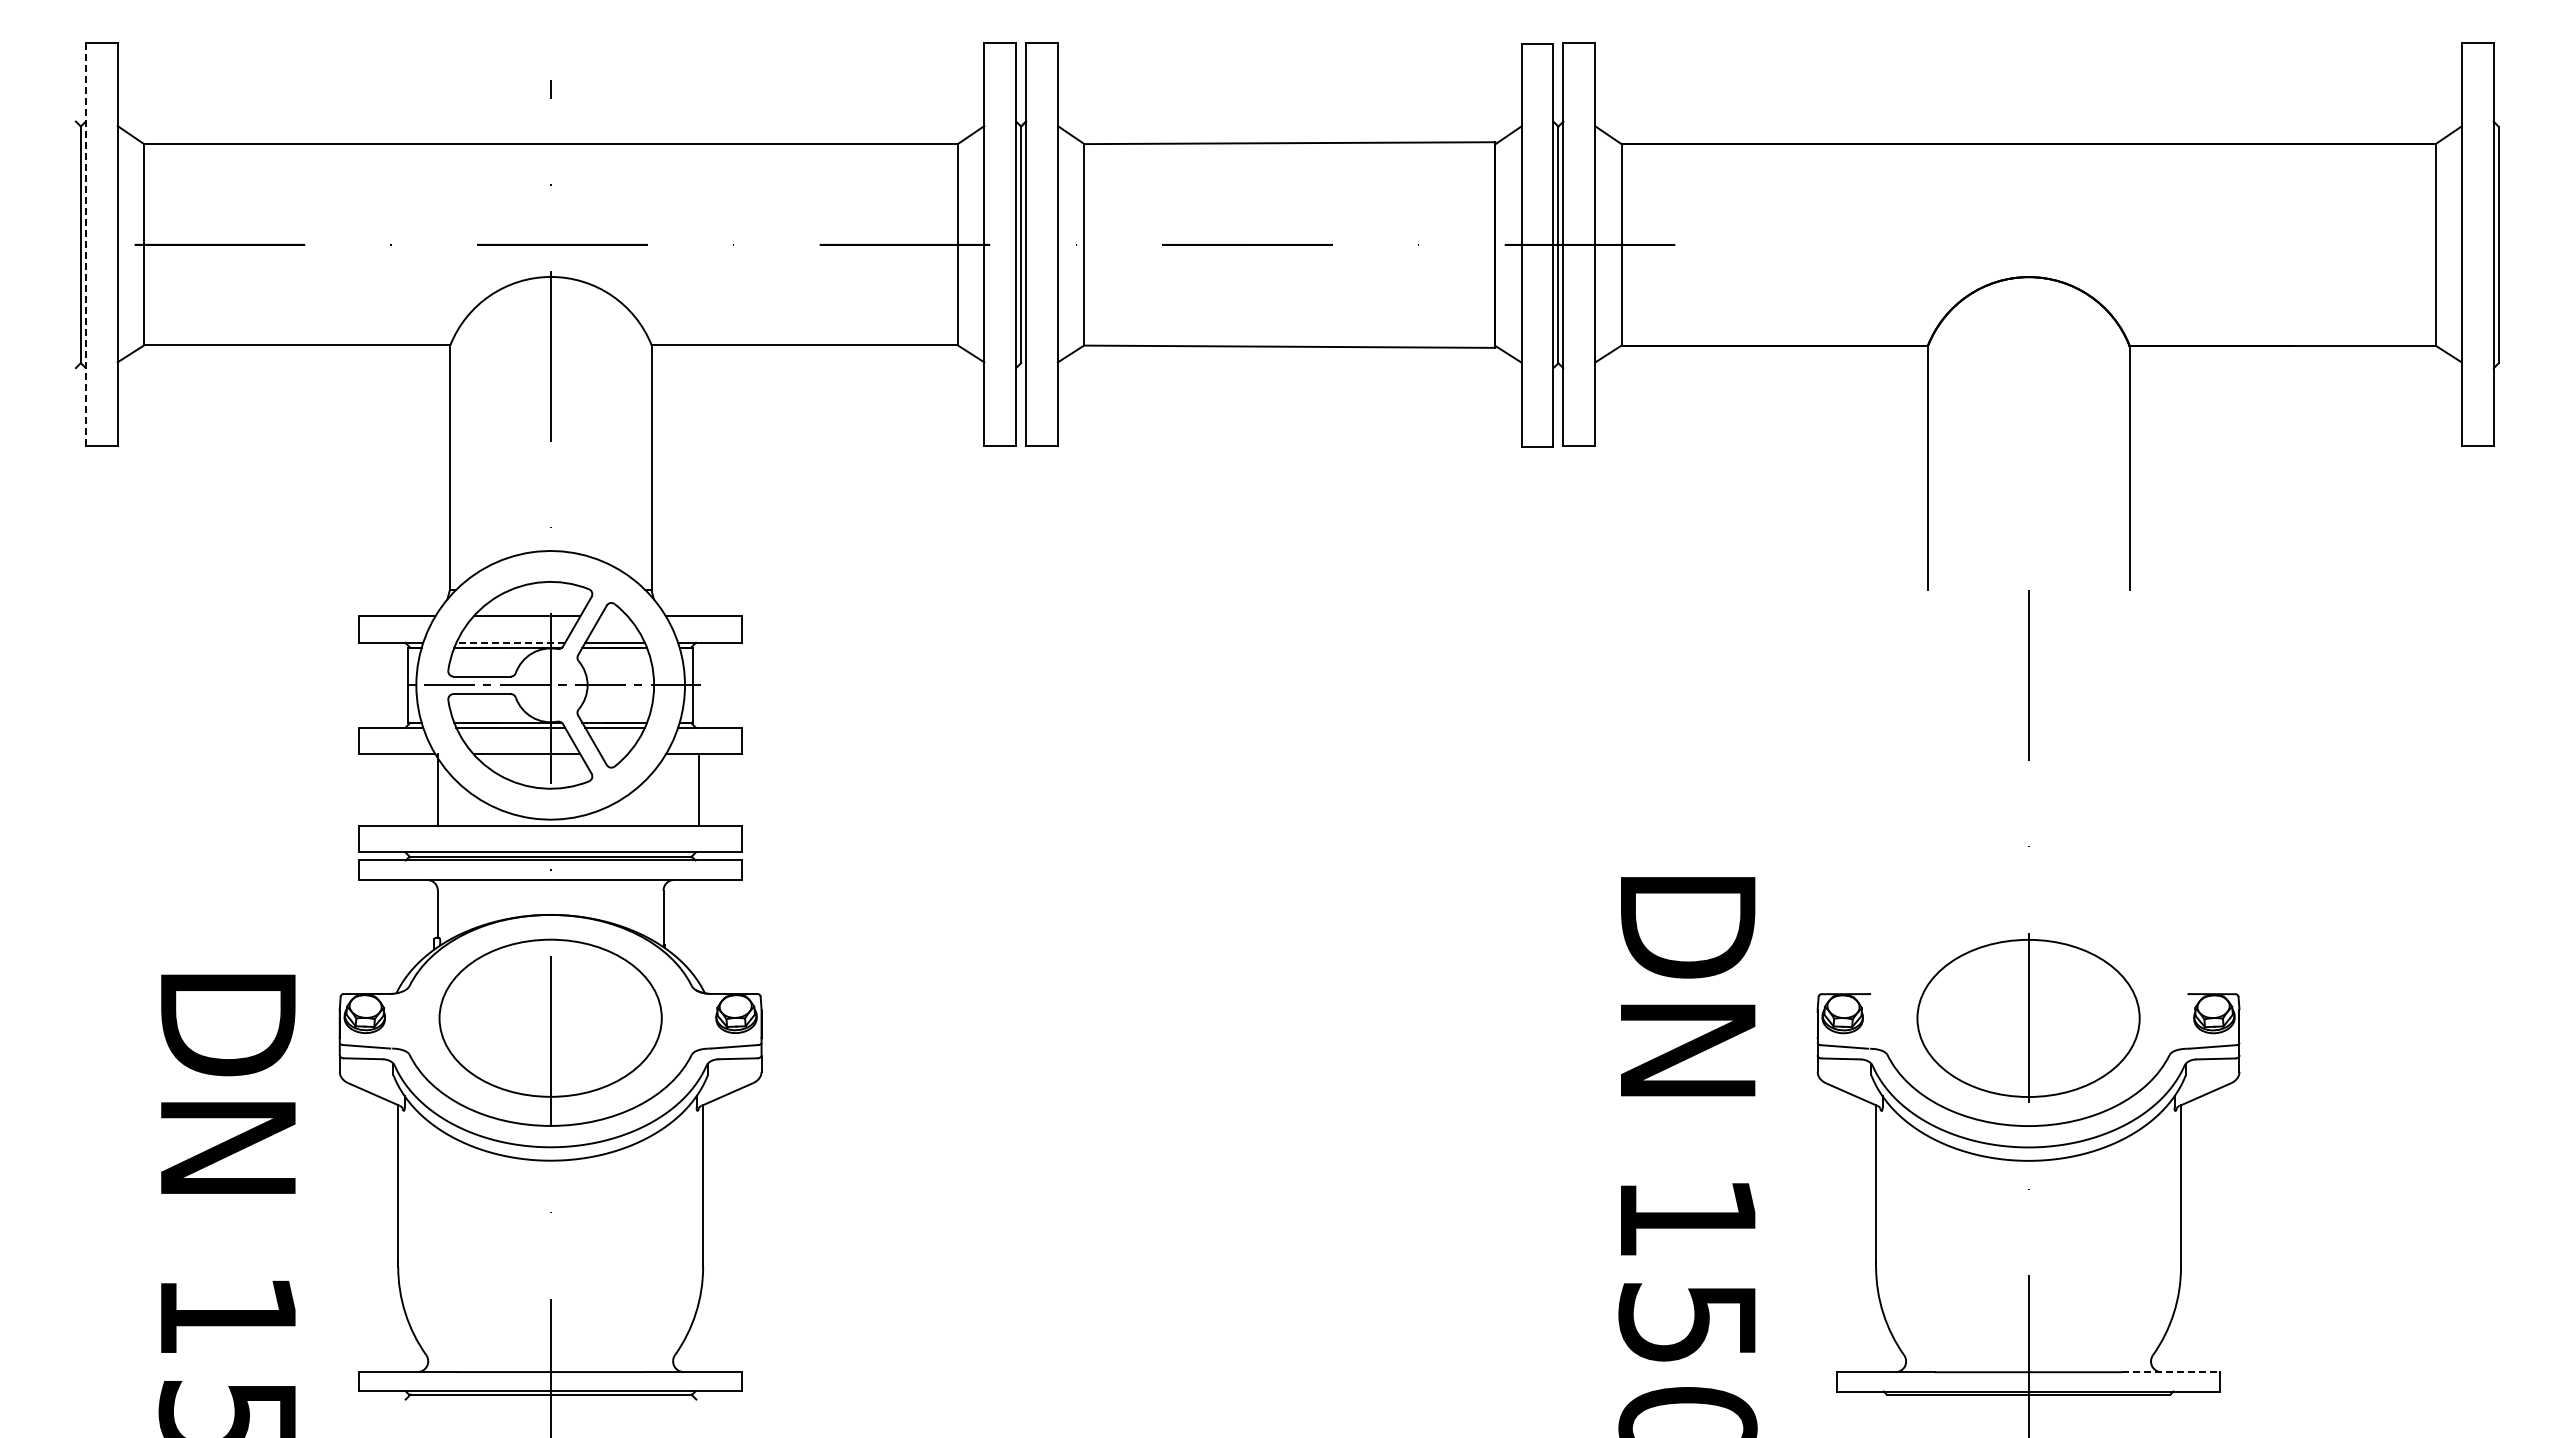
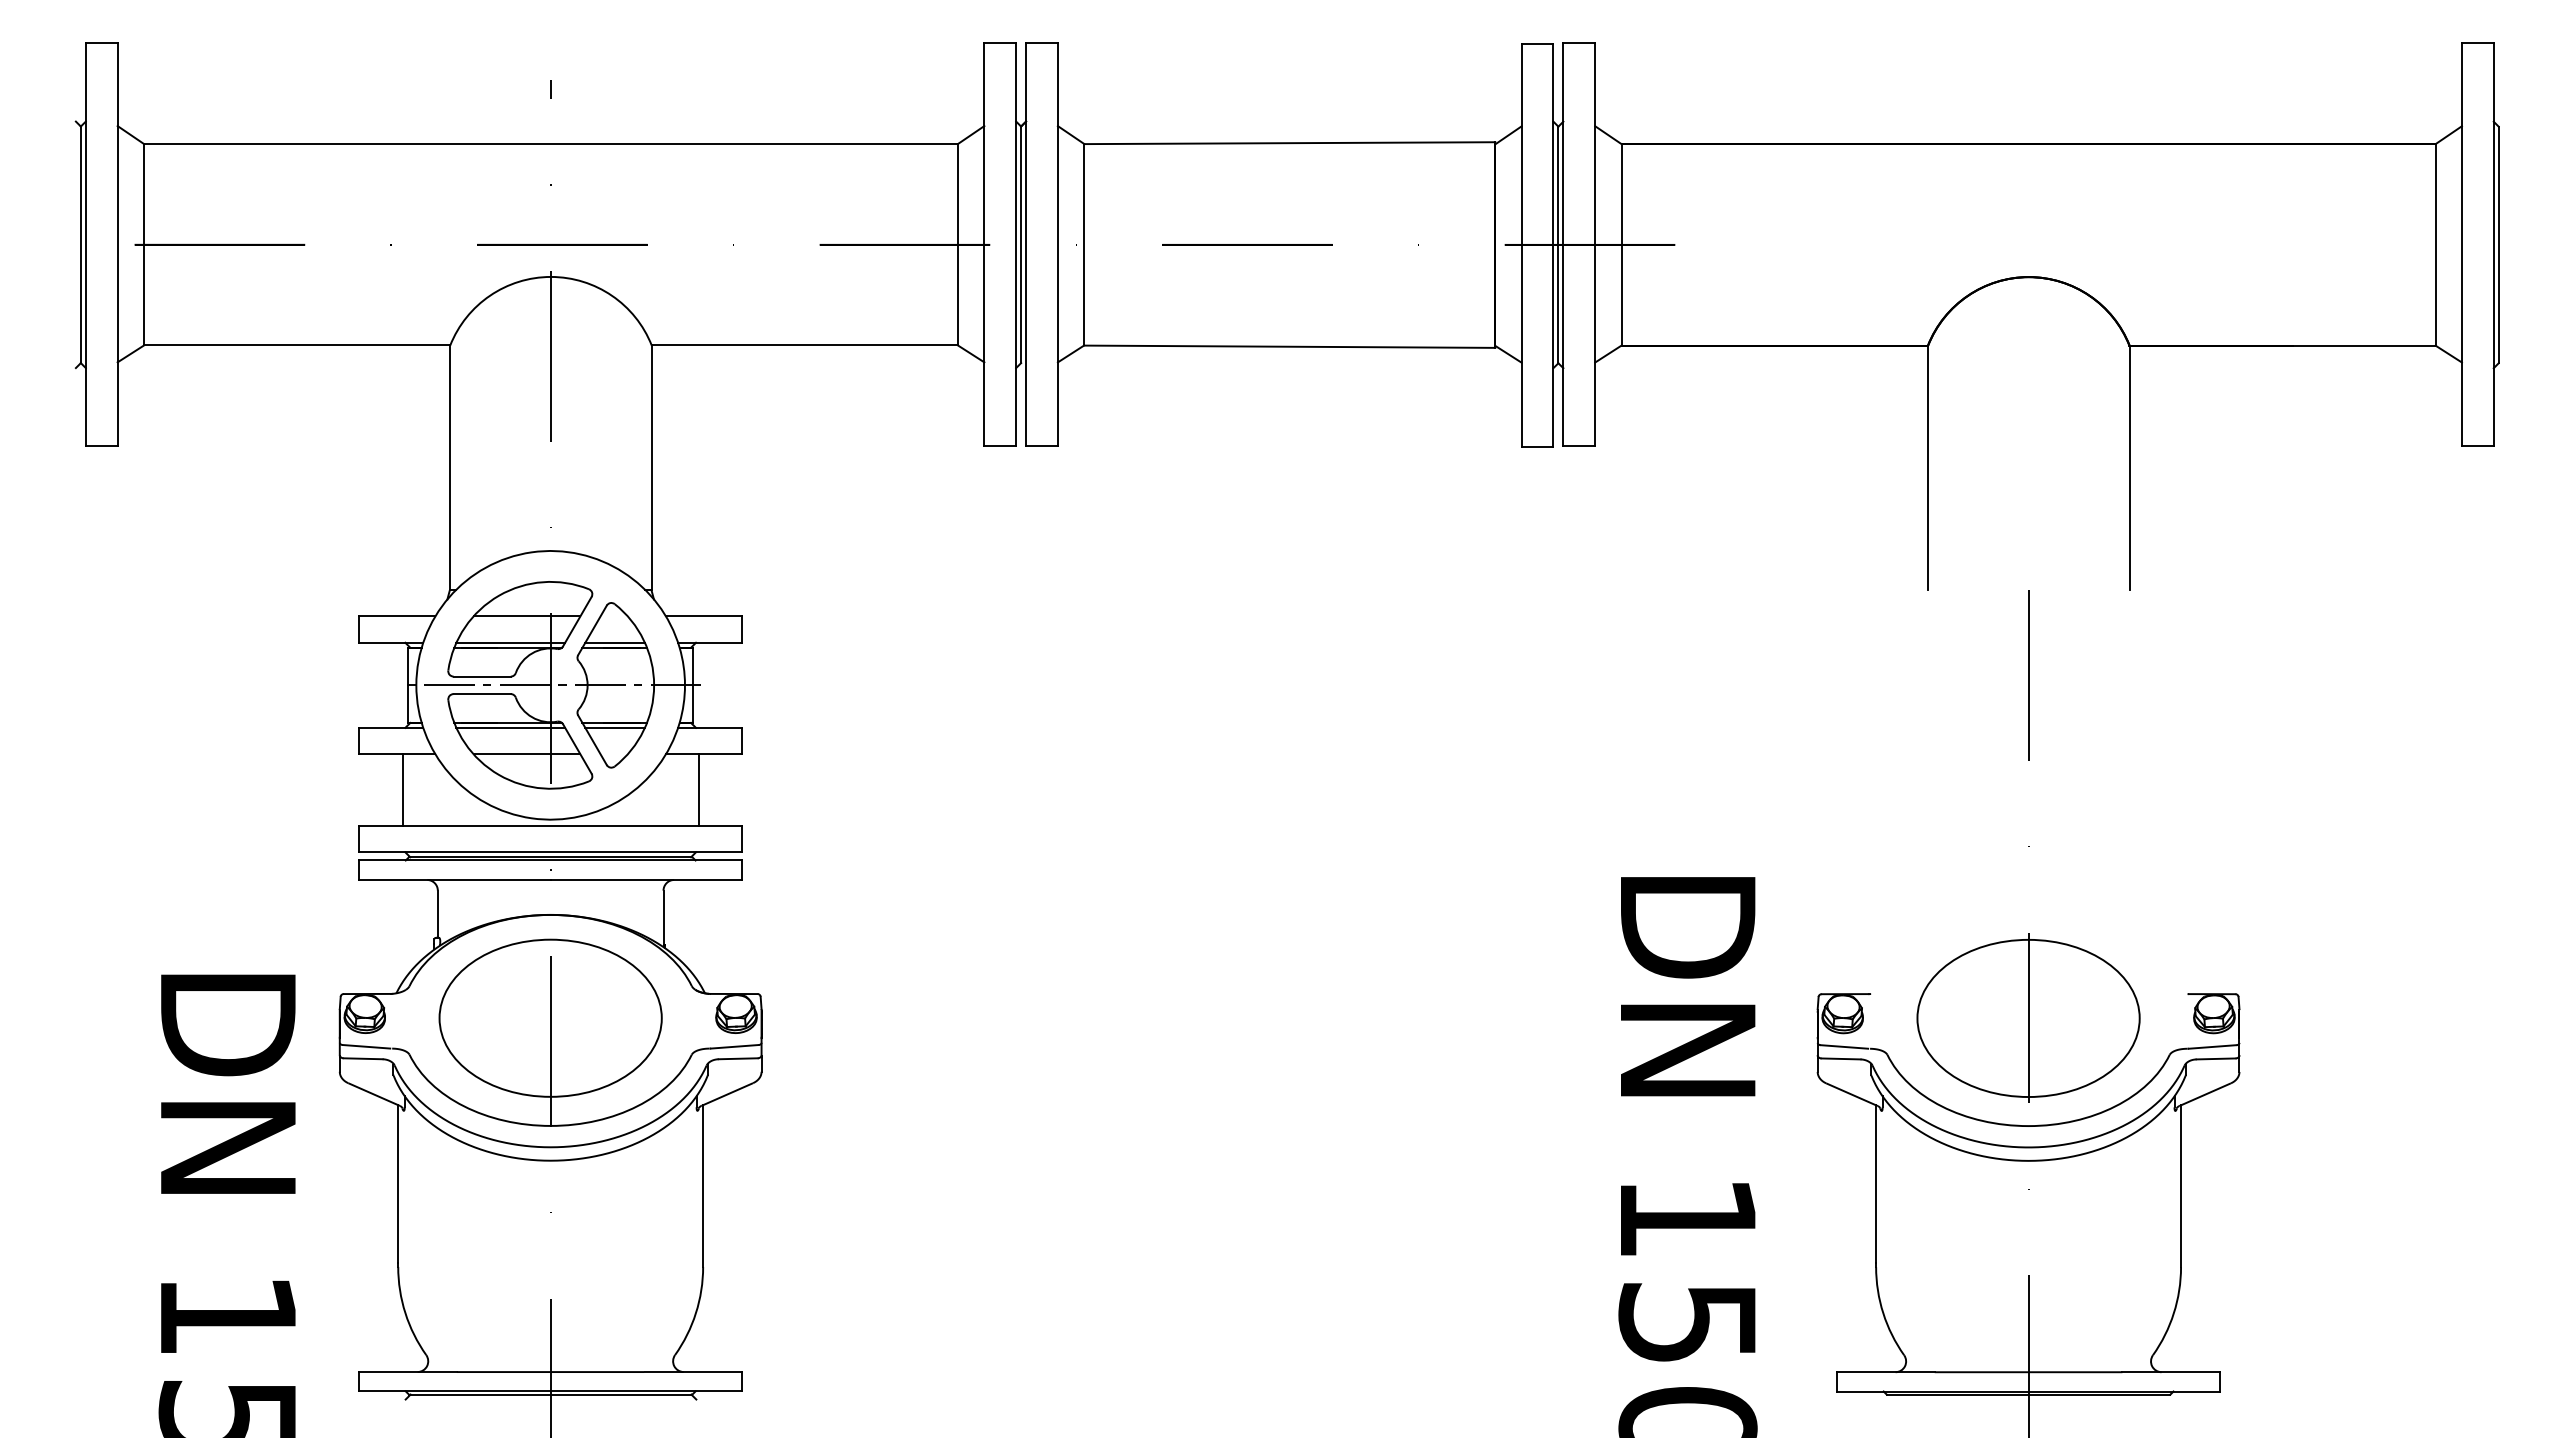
line at (85, 244): dashed -> solid
line at (510, 642): dashed -> solid
line at (437, 789) position: (437, 789) -> (402, 789)
line at (2171, 1372): dashed -> solid
